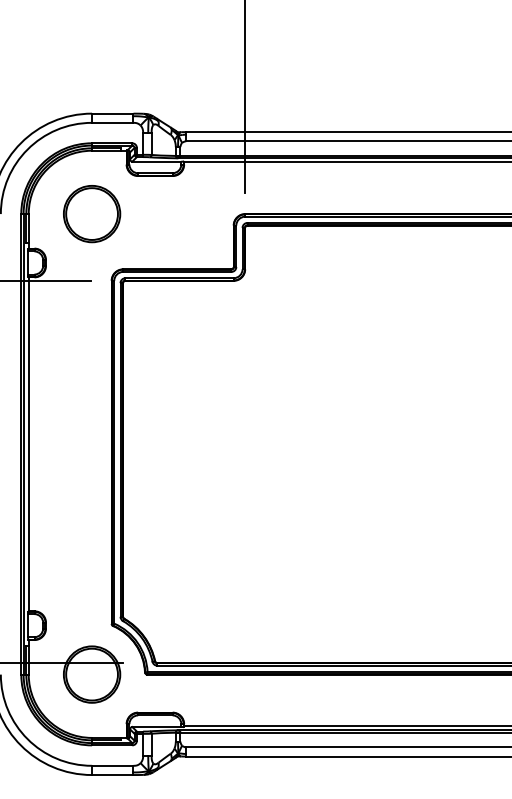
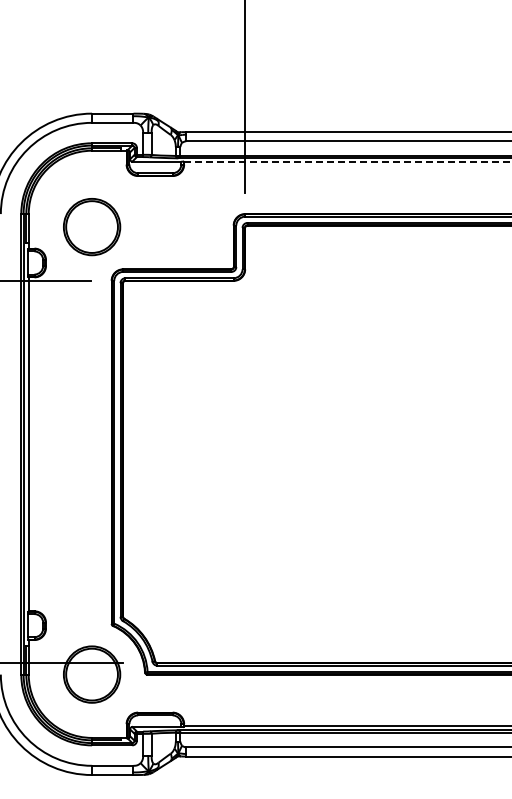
line at (348, 162): solid -> dashed
part at (92, 214) position: (92, 214) -> (92, 227)
